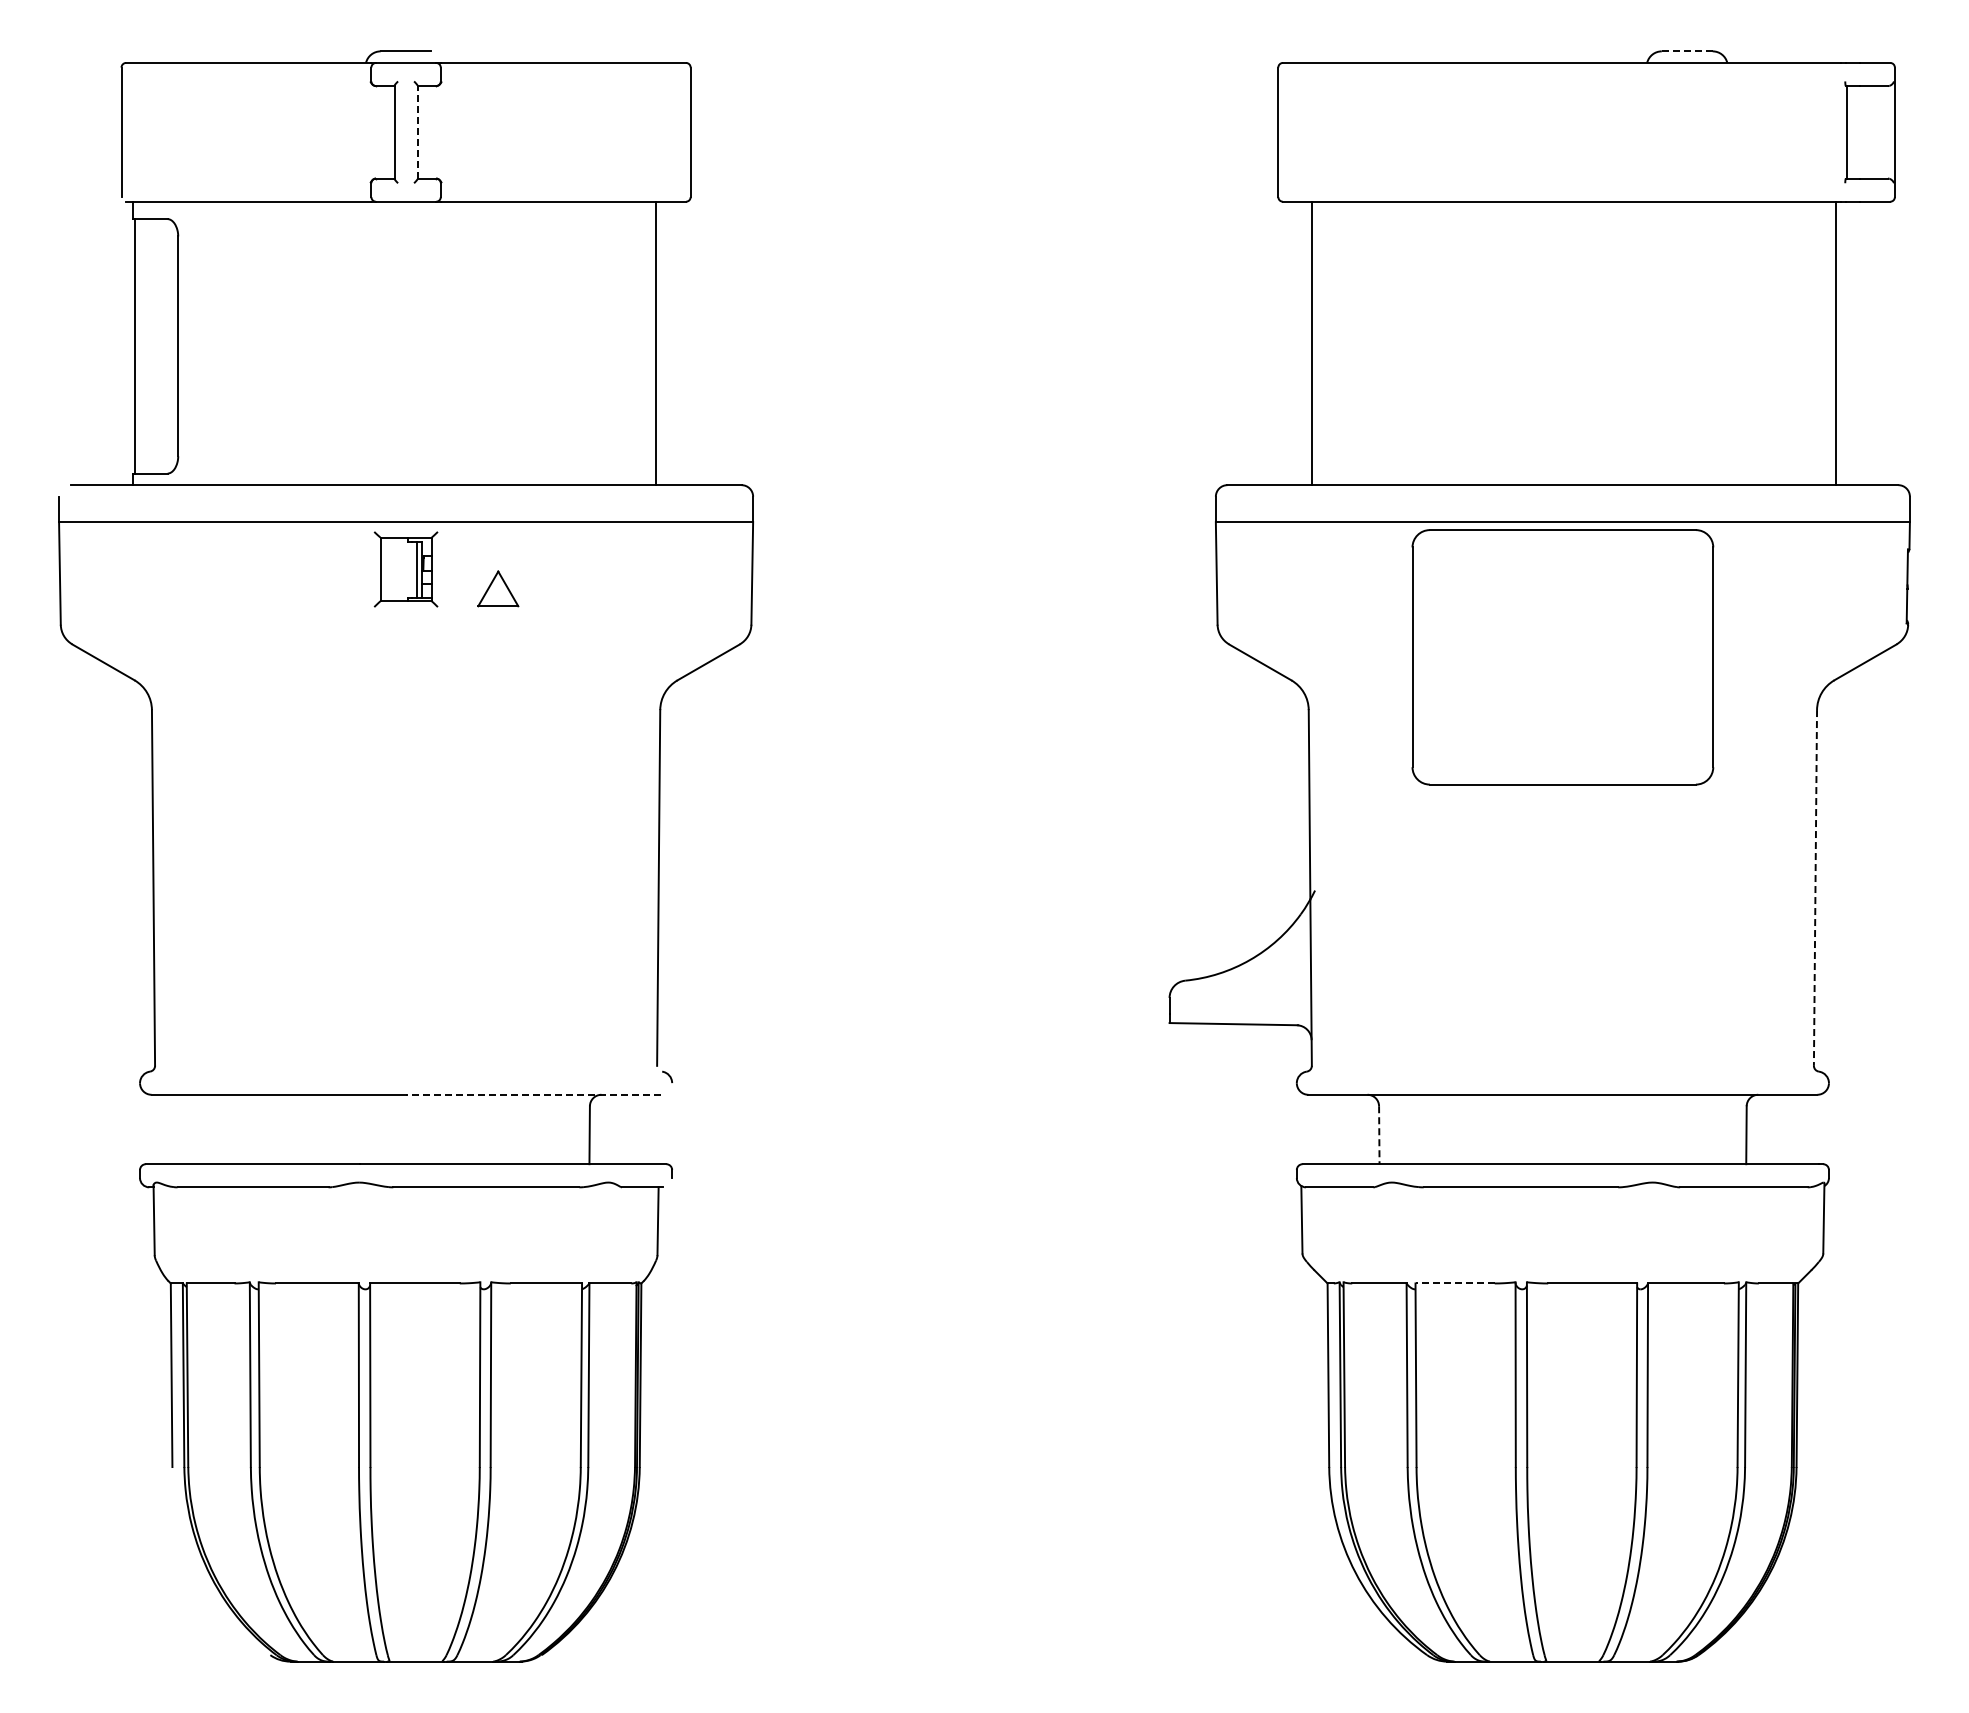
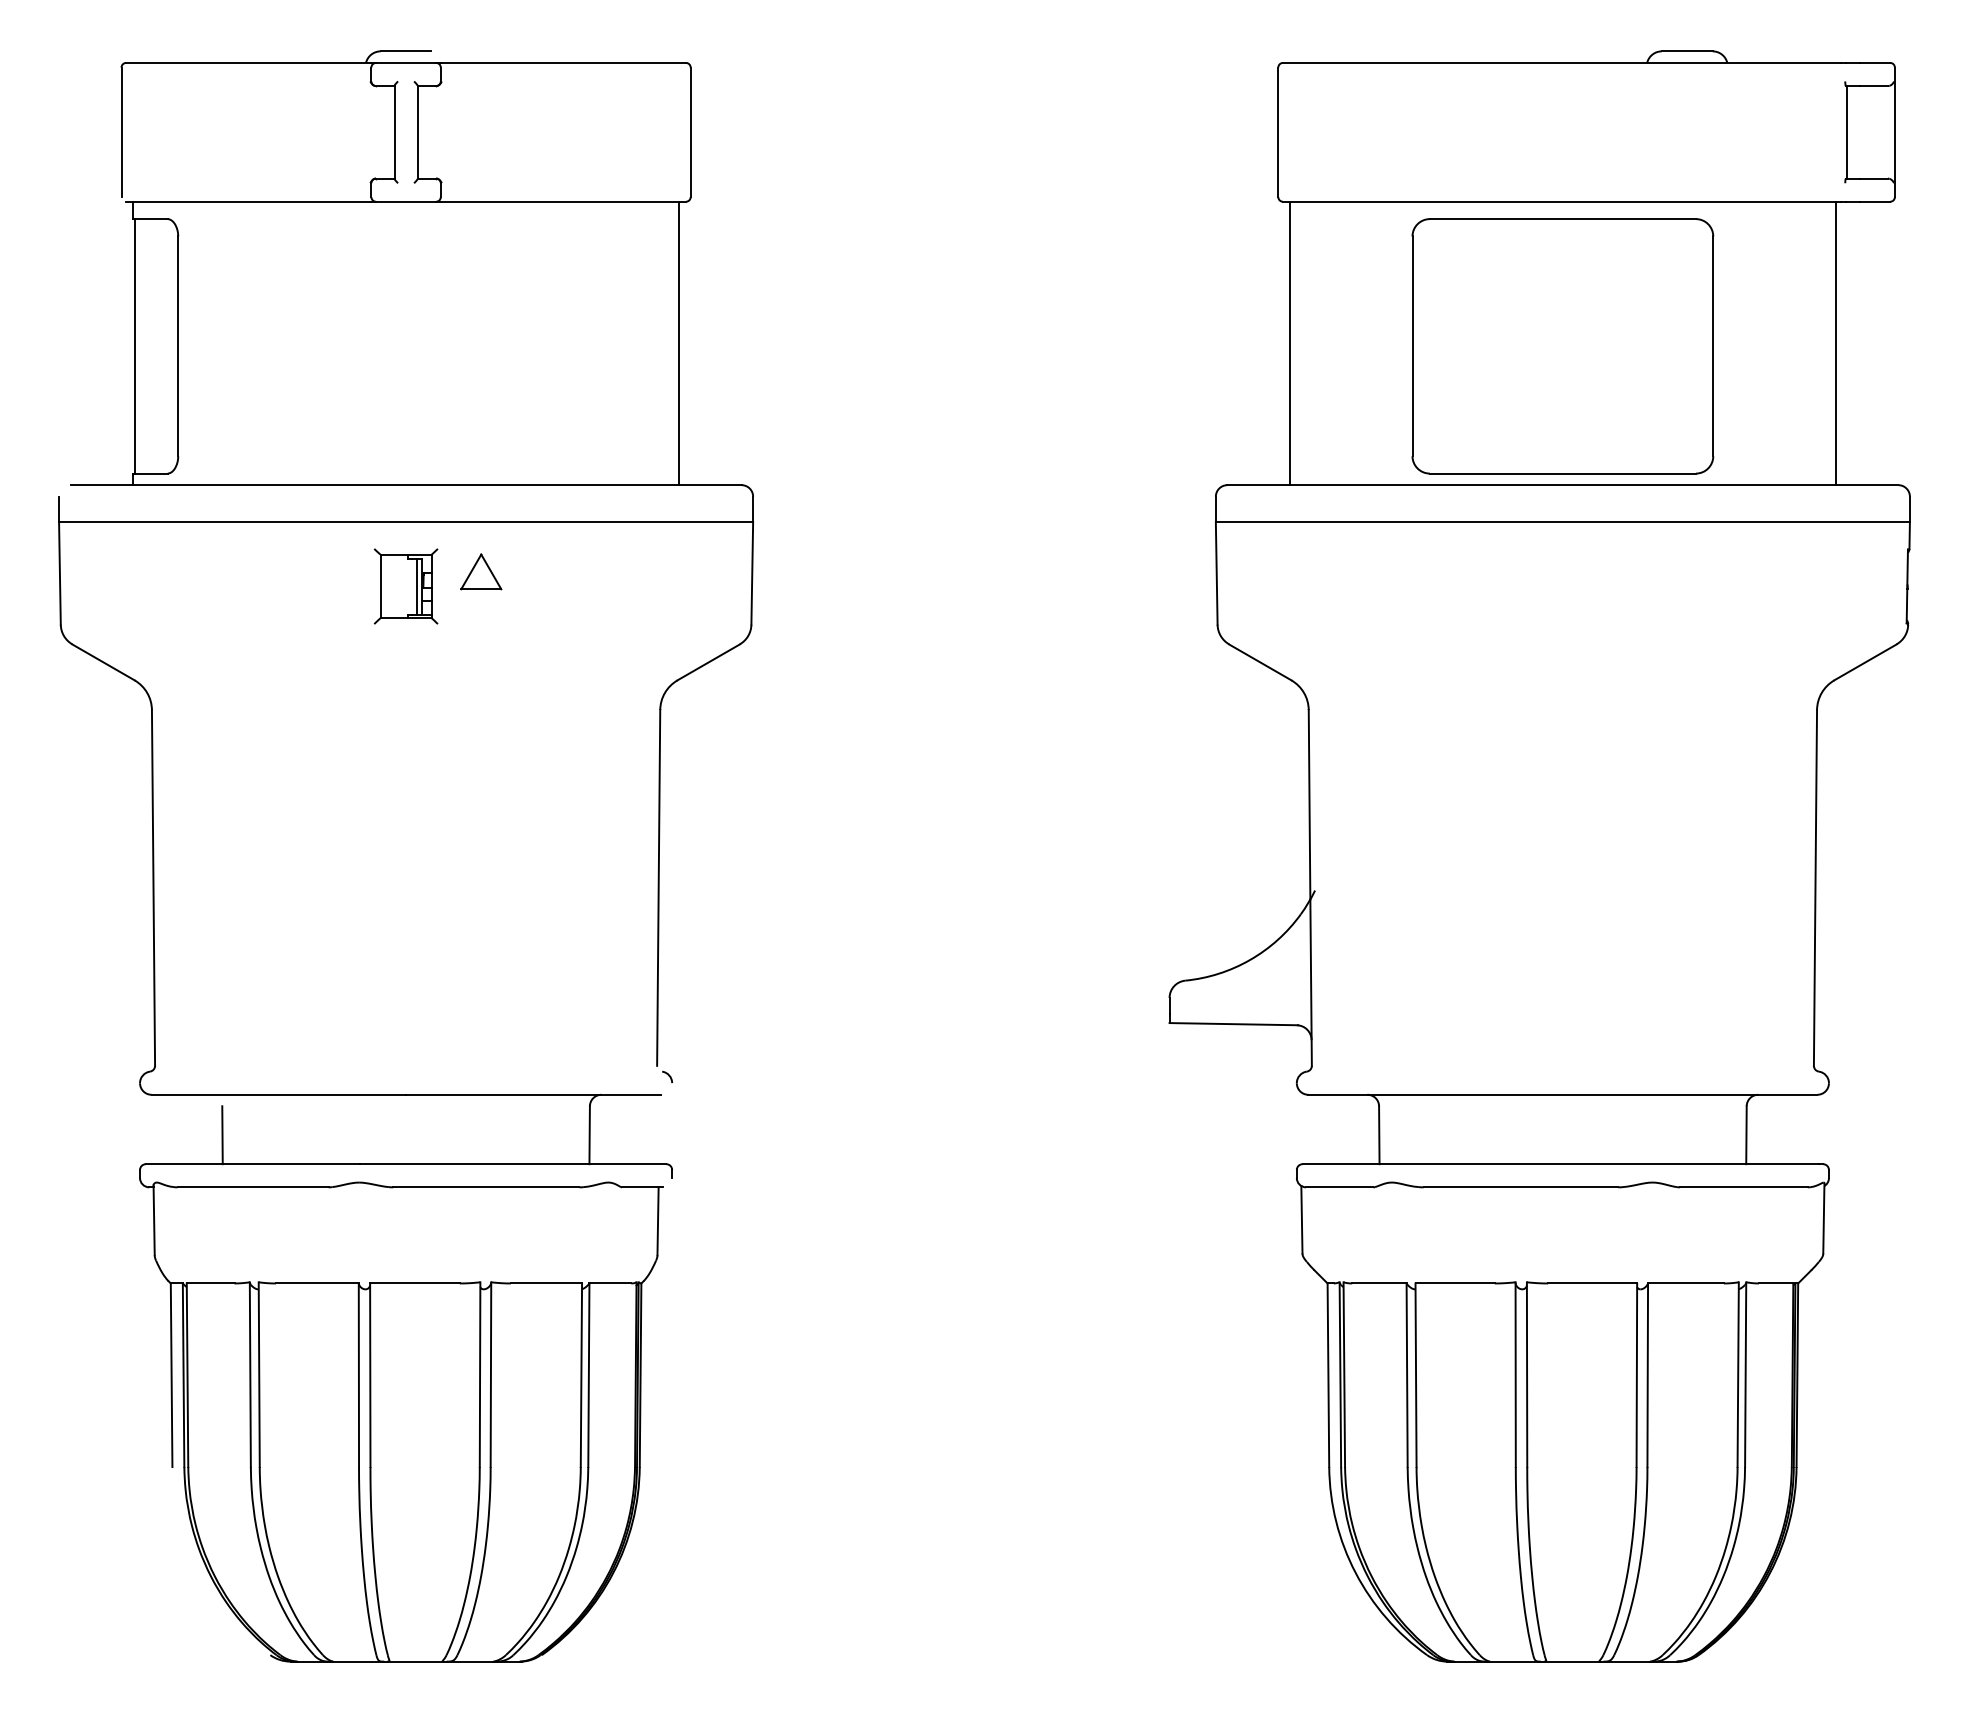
line at (1686, 51): dashed -> solid
line at (417, 132): dashed -> solid
line at (656, 343) position: (656, 343) -> (679, 343)
line at (1311, 343) position: (1311, 343) -> (1289, 343)
part at (405, 569) position: (405, 569) -> (405, 586)
part at (498, 588) position: (498, 588) -> (481, 571)
part at (1562, 657) position: (1562, 657) -> (1562, 346)
line at (1815, 887): dashed -> solid
line at (532, 1094): dashed -> solid
line at (222, 1135): none -> present
line at (1379, 1135): dashed -> solid
line at (1455, 1283): dashed -> solid
